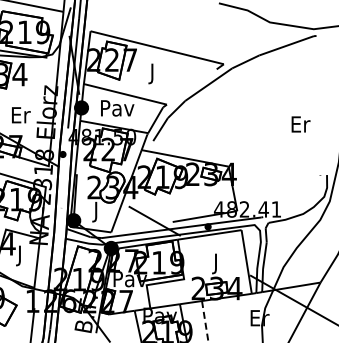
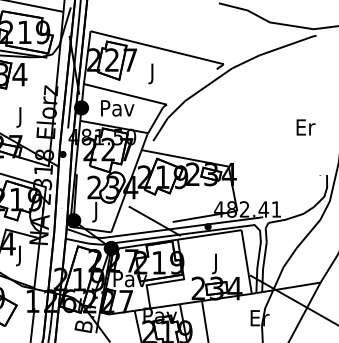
text at (21, 117): Er -> J
text at (300, 124) position: (300, 124) -> (305, 127)
line at (205, 321): dashed -> solid
